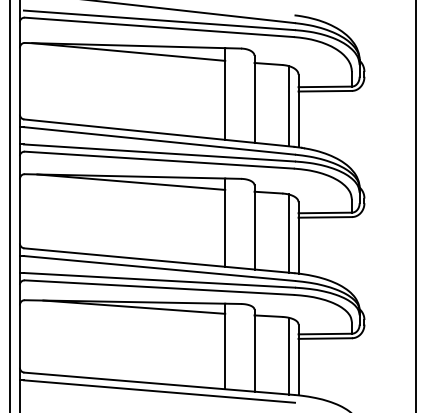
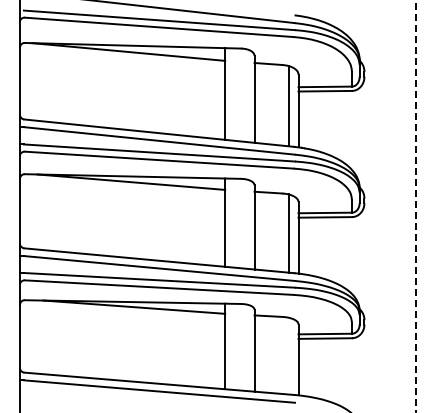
line at (10, 205): present -> none
line at (415, 206): solid -> dashed
line at (288, 355): present -> none
